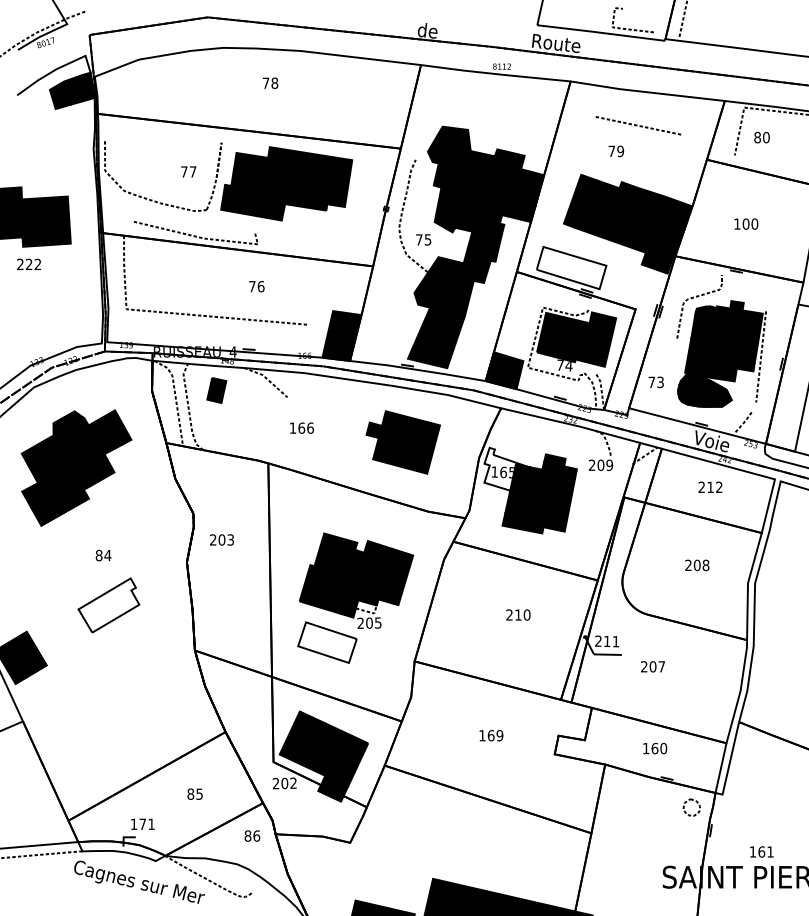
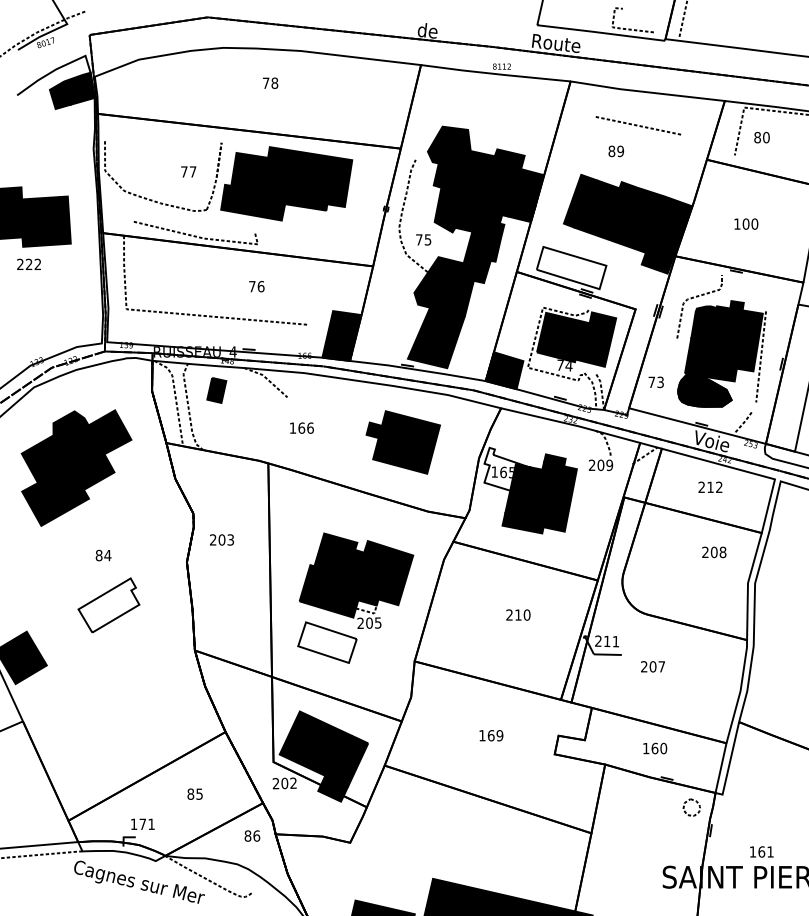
text at (611, 151): 79 -> 89
text at (697, 565) position: (697, 565) -> (714, 552)
